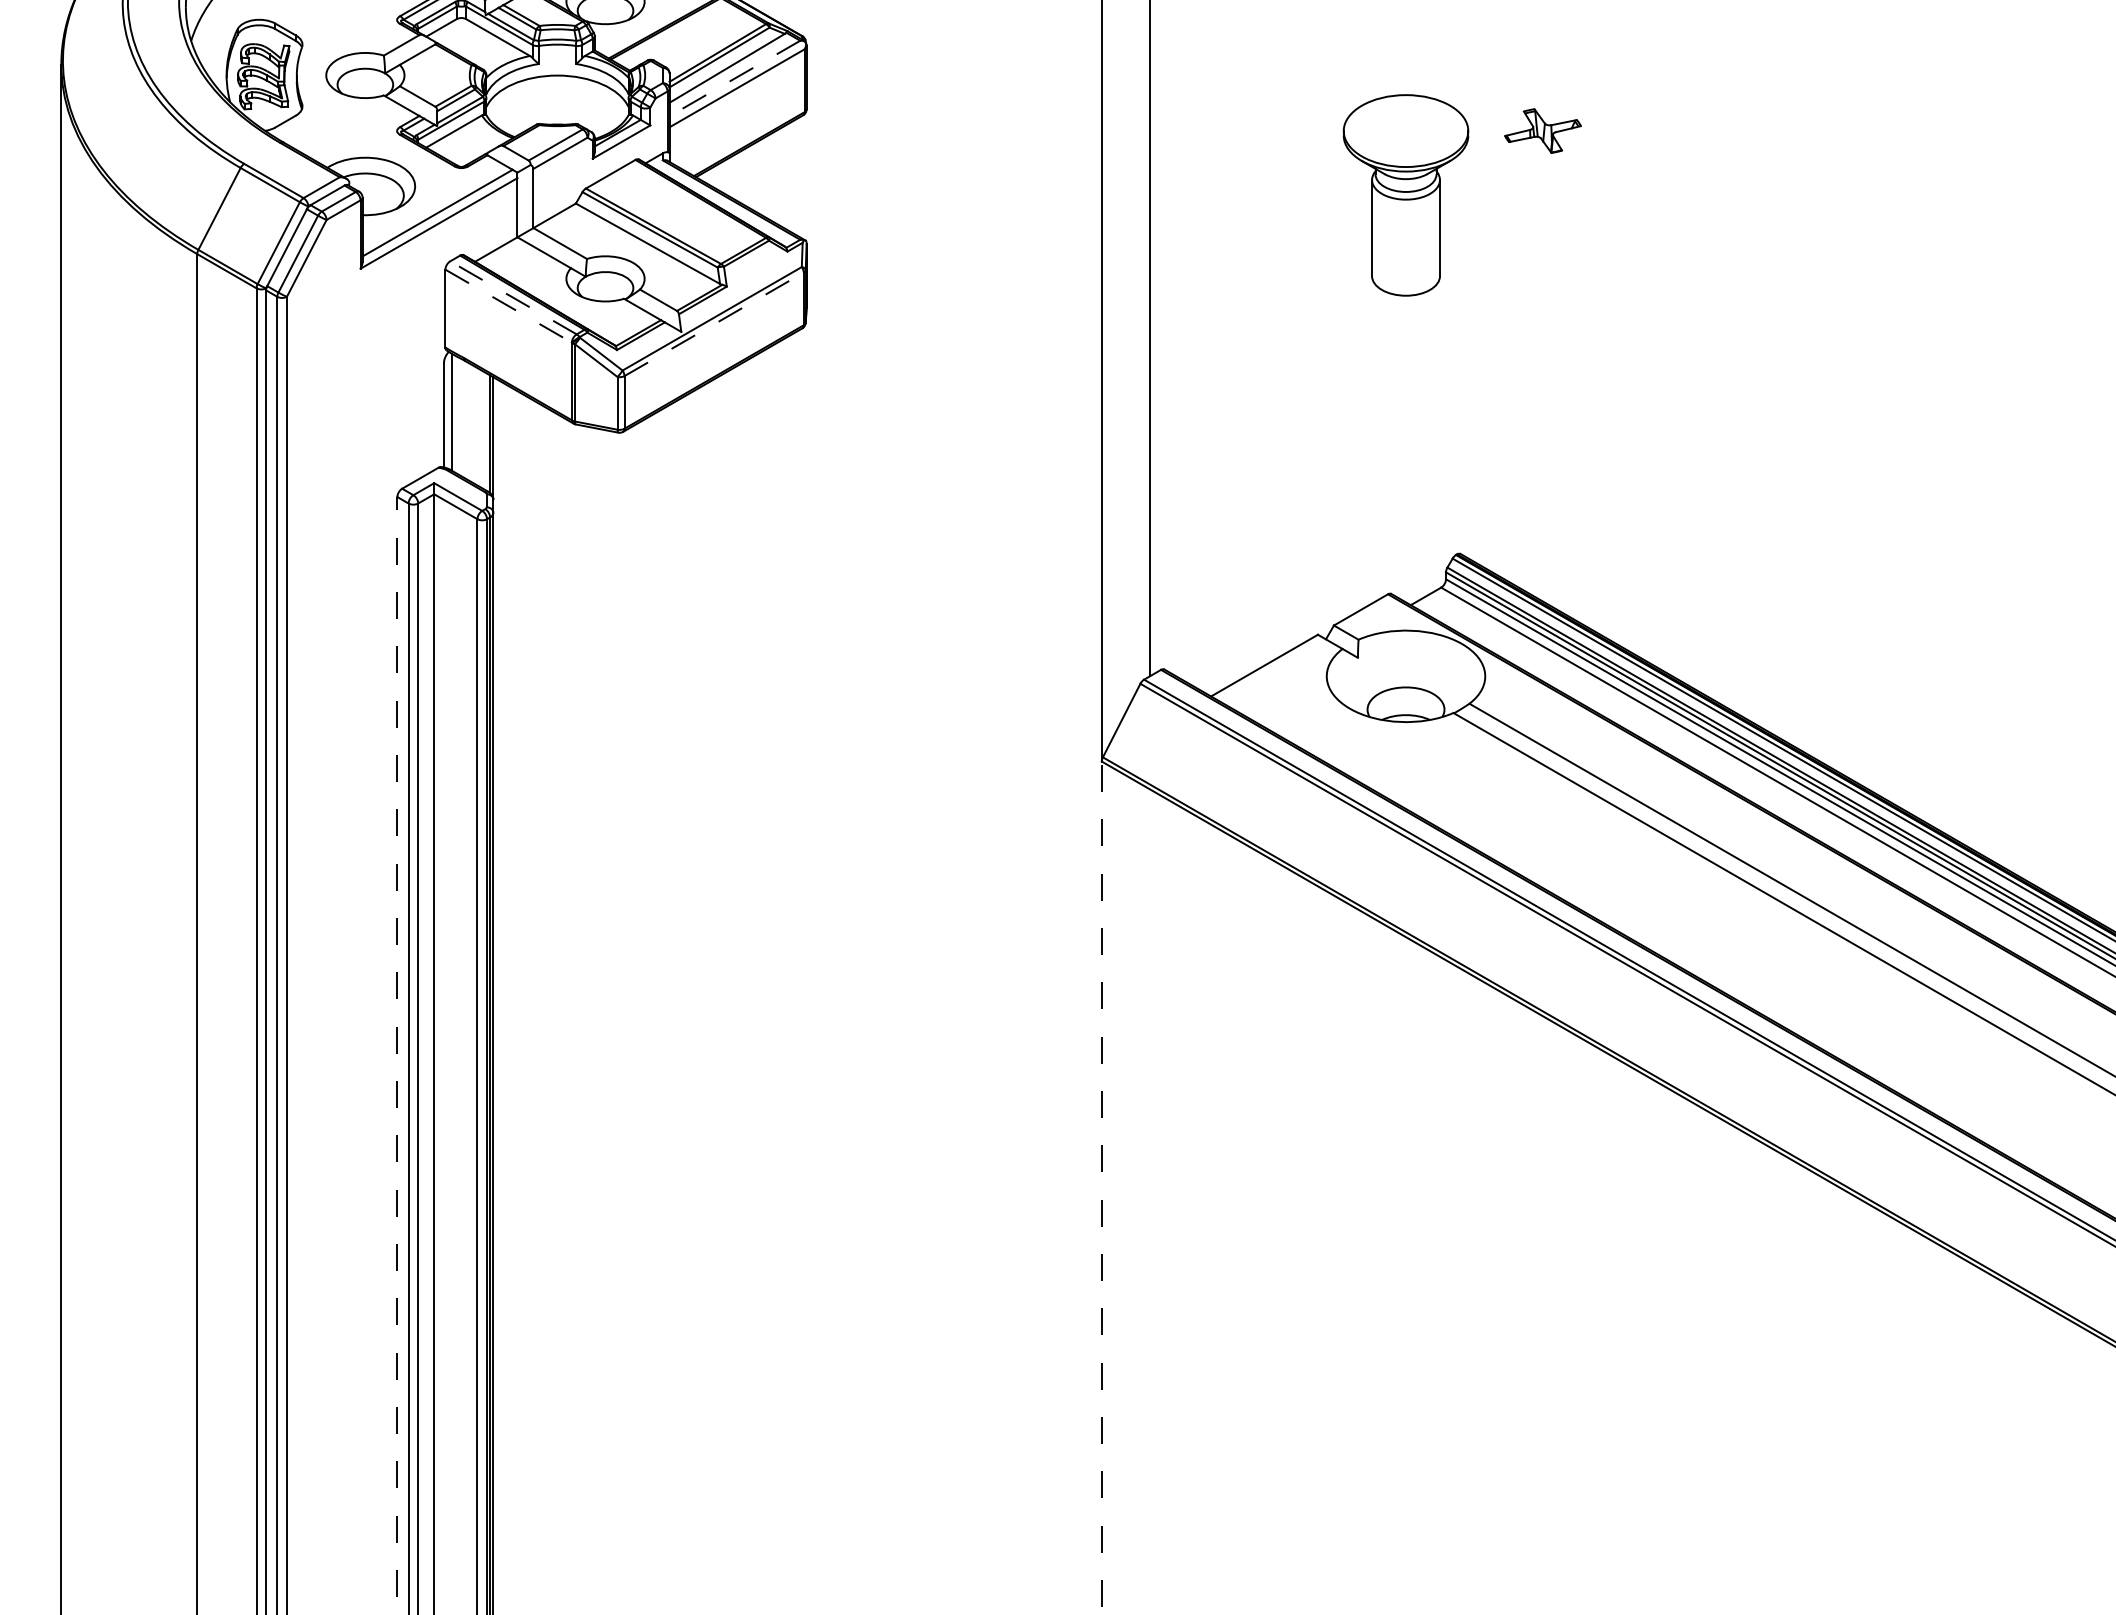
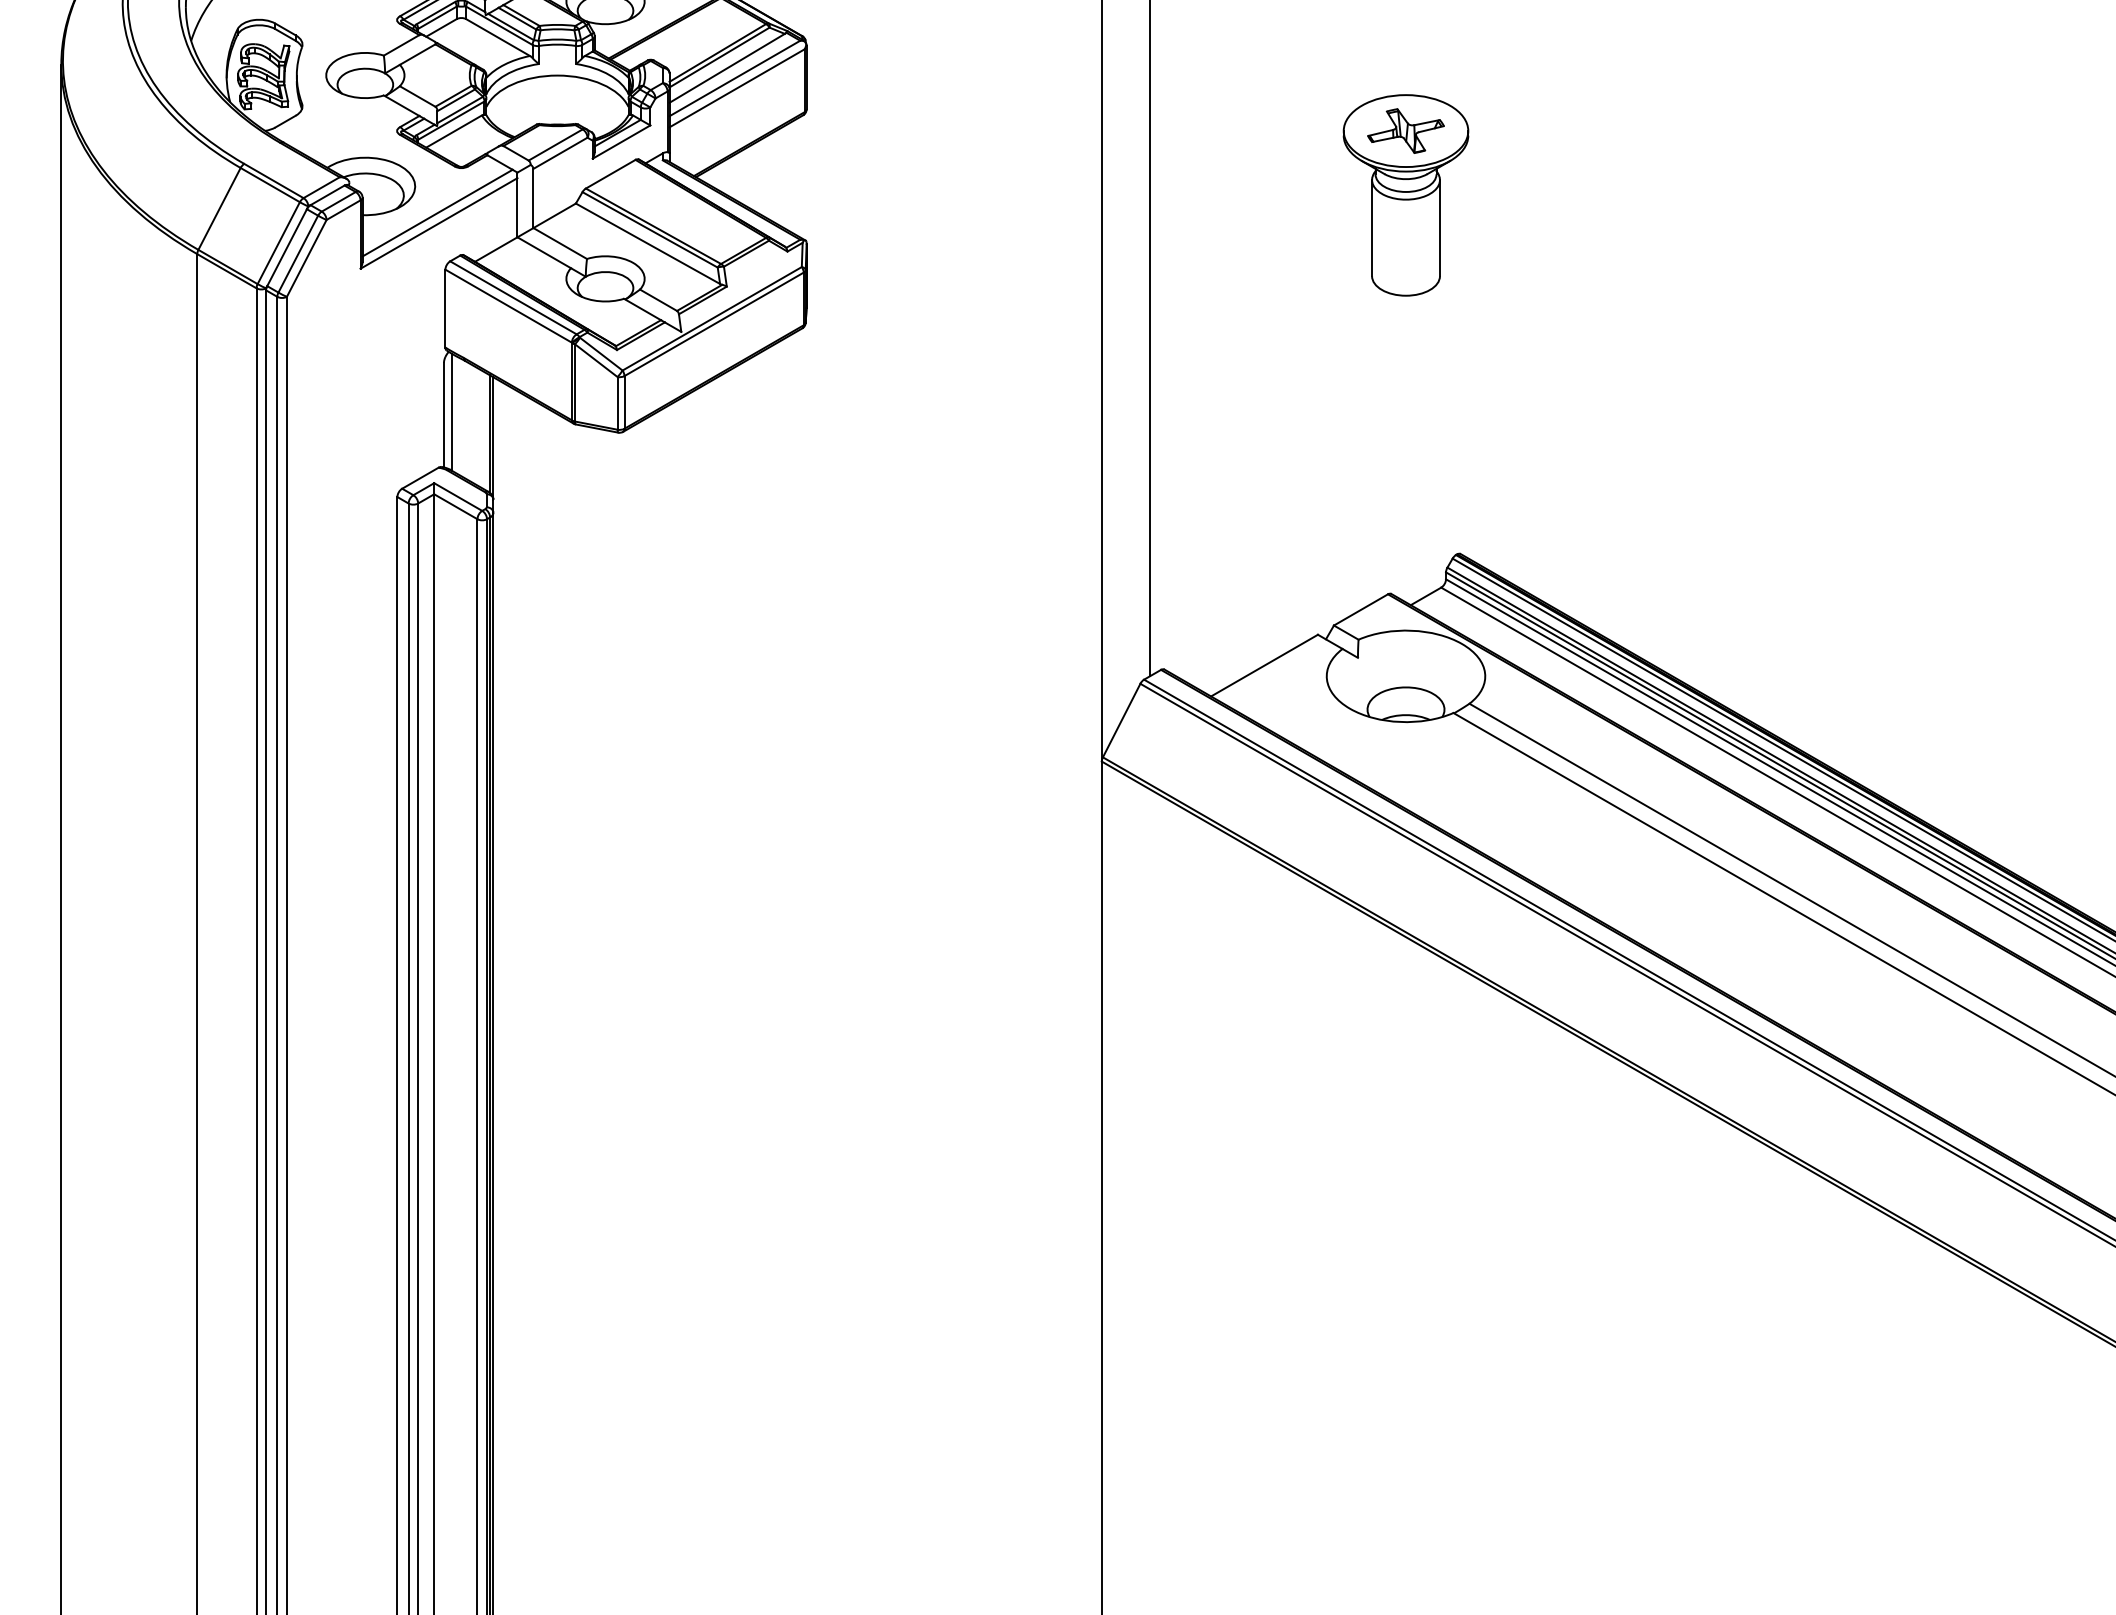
line at (734, 78): dashed -> solid
part at (1542, 130) position: (1542, 130) -> (1405, 130)
line at (513, 297): dashed -> solid
line at (509, 306): dashed -> solid
line at (714, 324): dashed -> solid
line at (397, 1055): dashed -> solid
line at (1101, 1187): dashed -> solid
